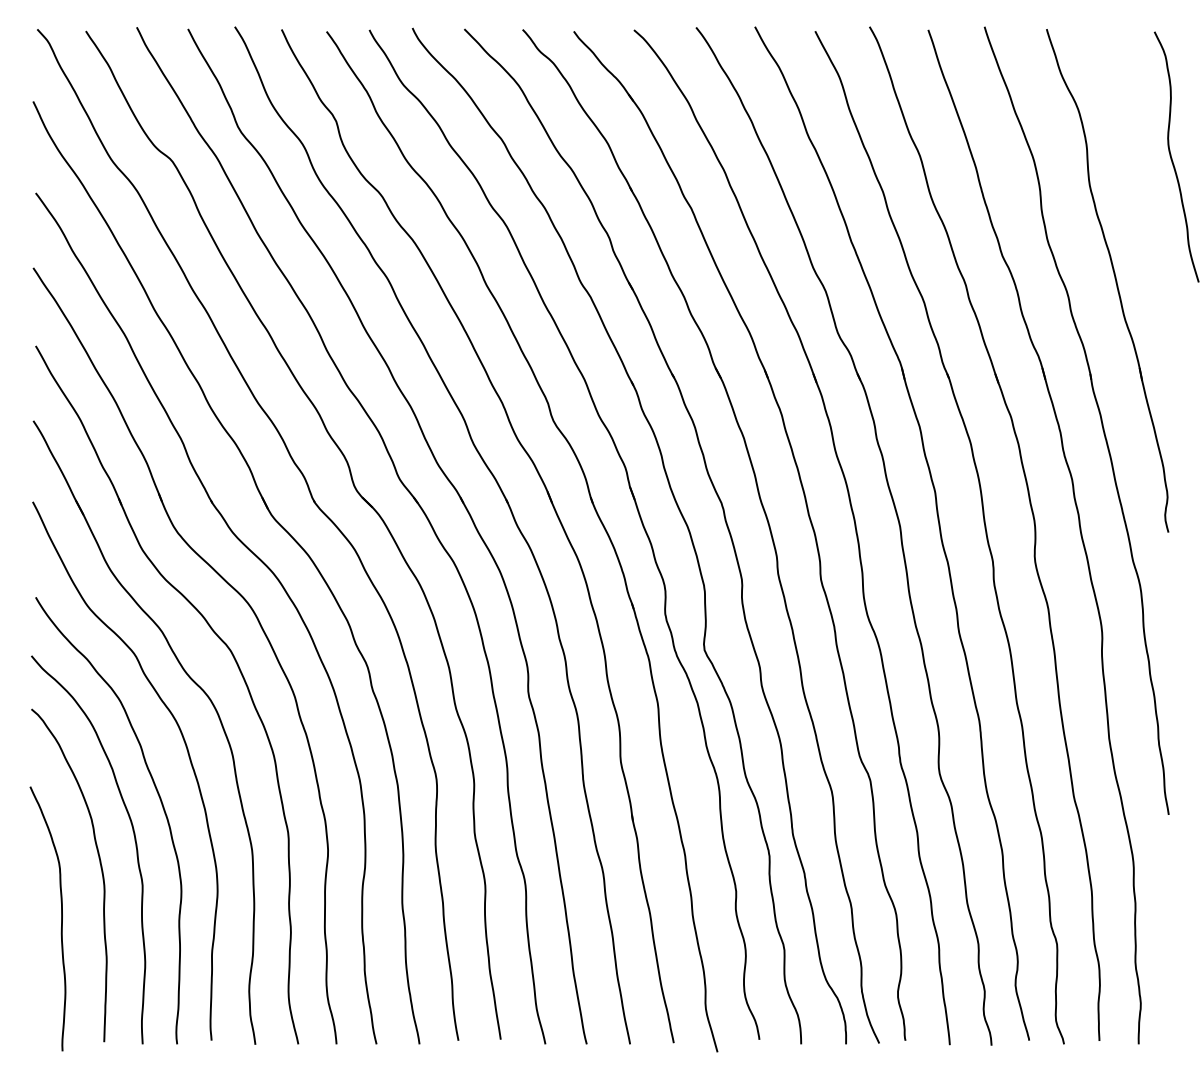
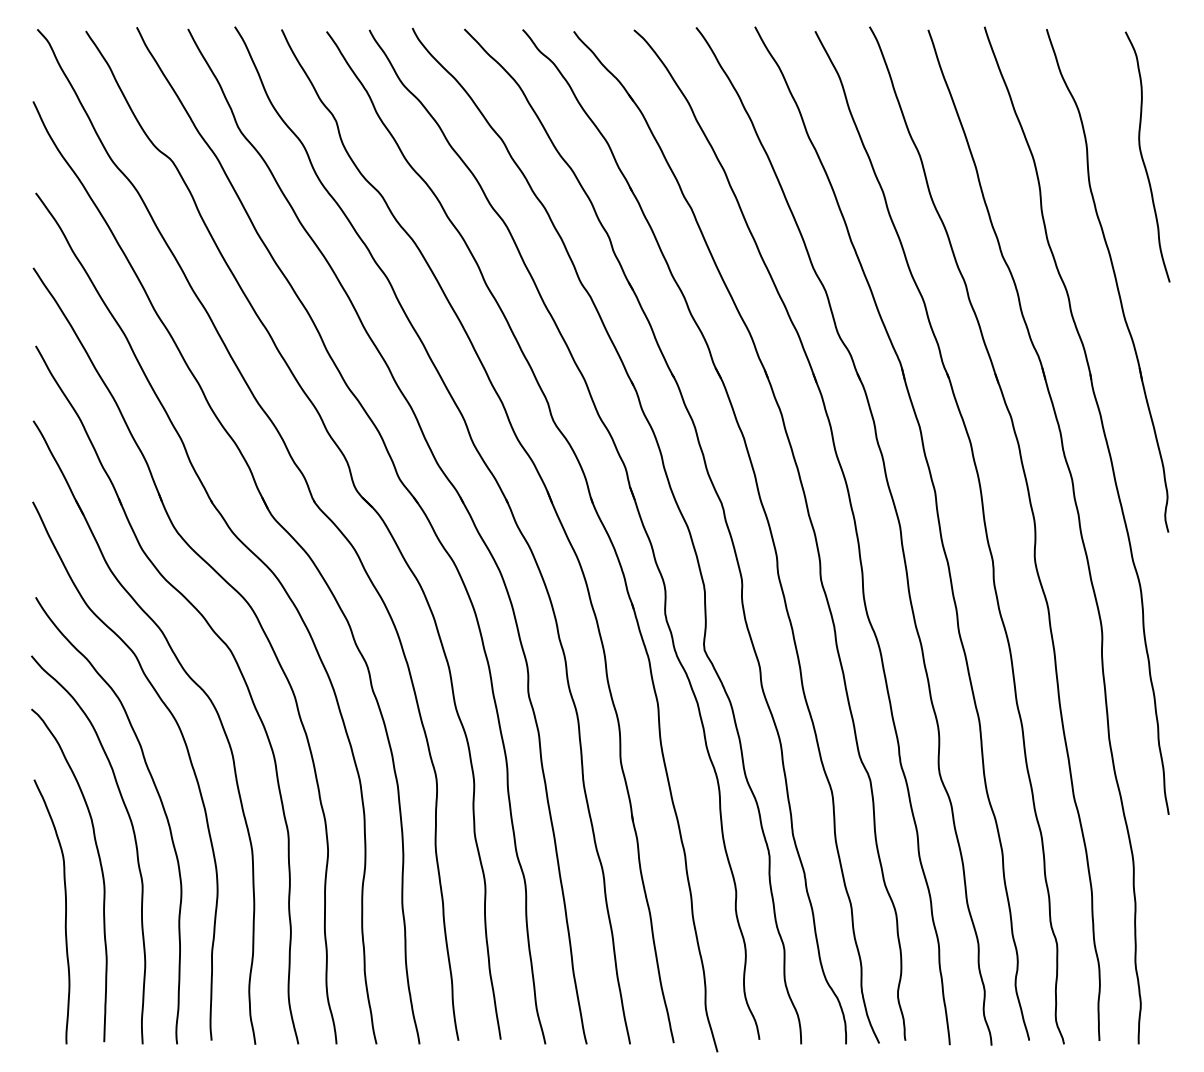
curve at (1172, 158) position: (1172, 158) -> (1143, 158)
curve at (61, 918) position: (61, 918) -> (65, 911)
